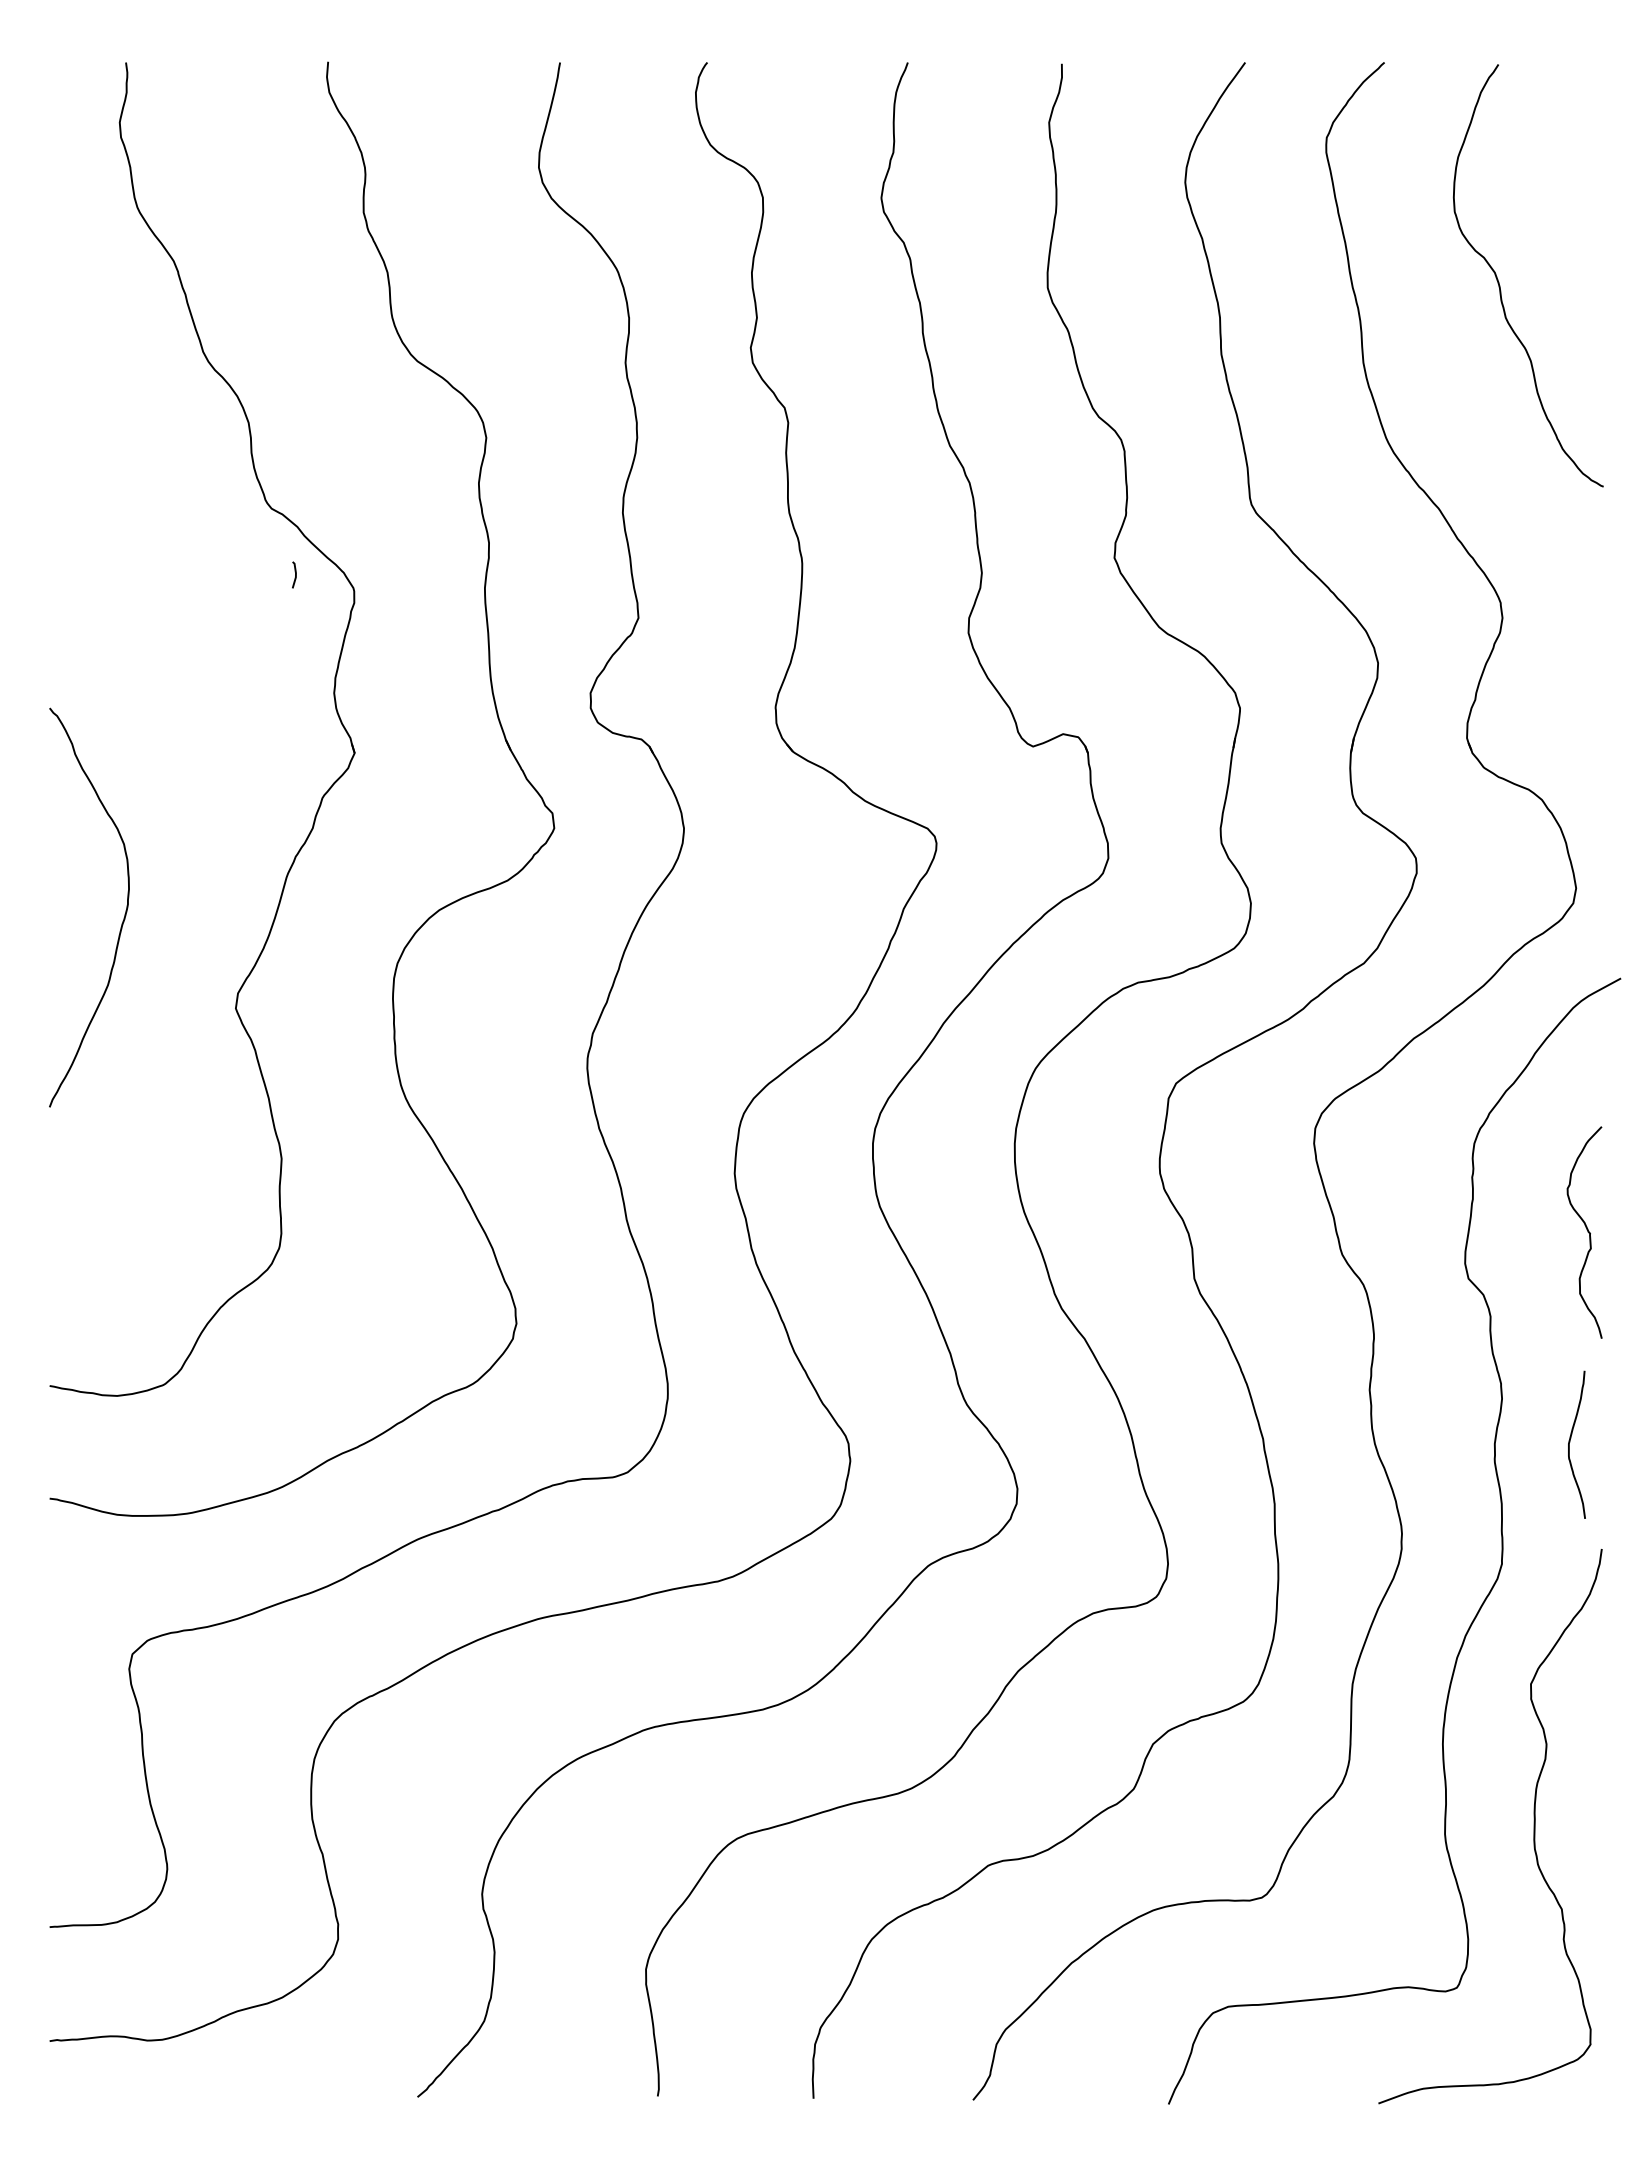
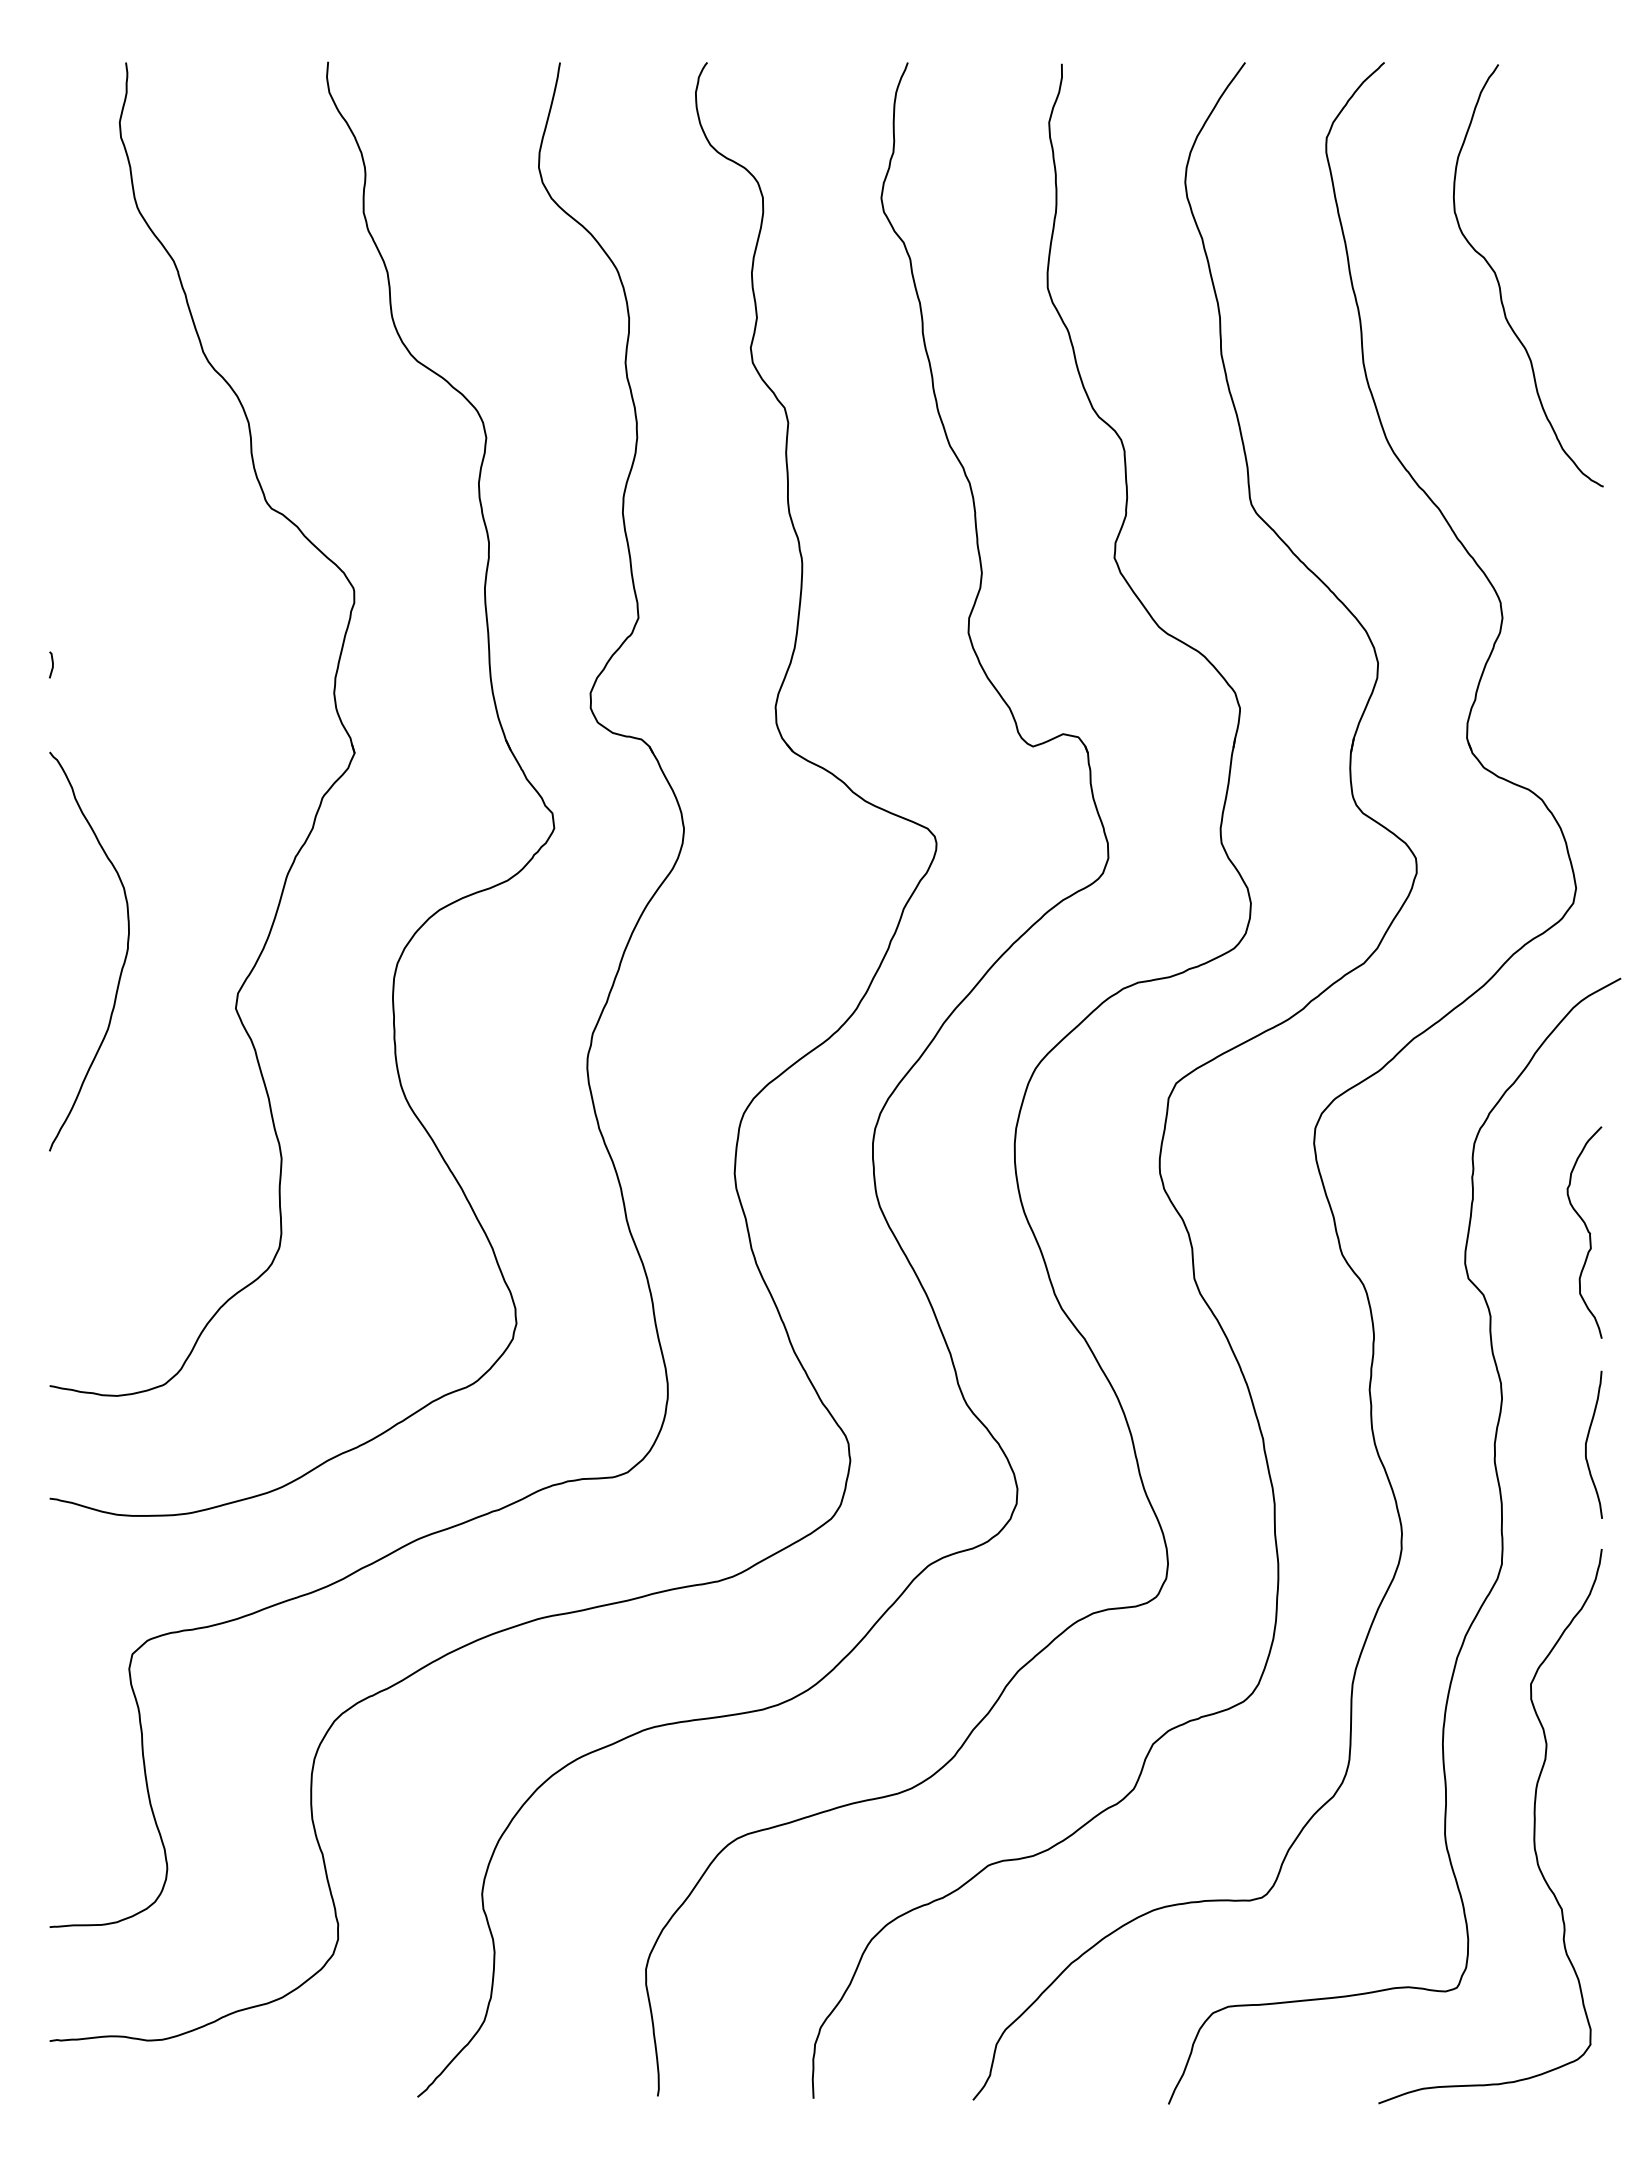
curve at (295, 574) position: (295, 574) -> (52, 664)
curve at (123, 917) position: (123, 917) -> (123, 961)
curve at (1570, 1442) position: (1570, 1442) -> (1587, 1442)
